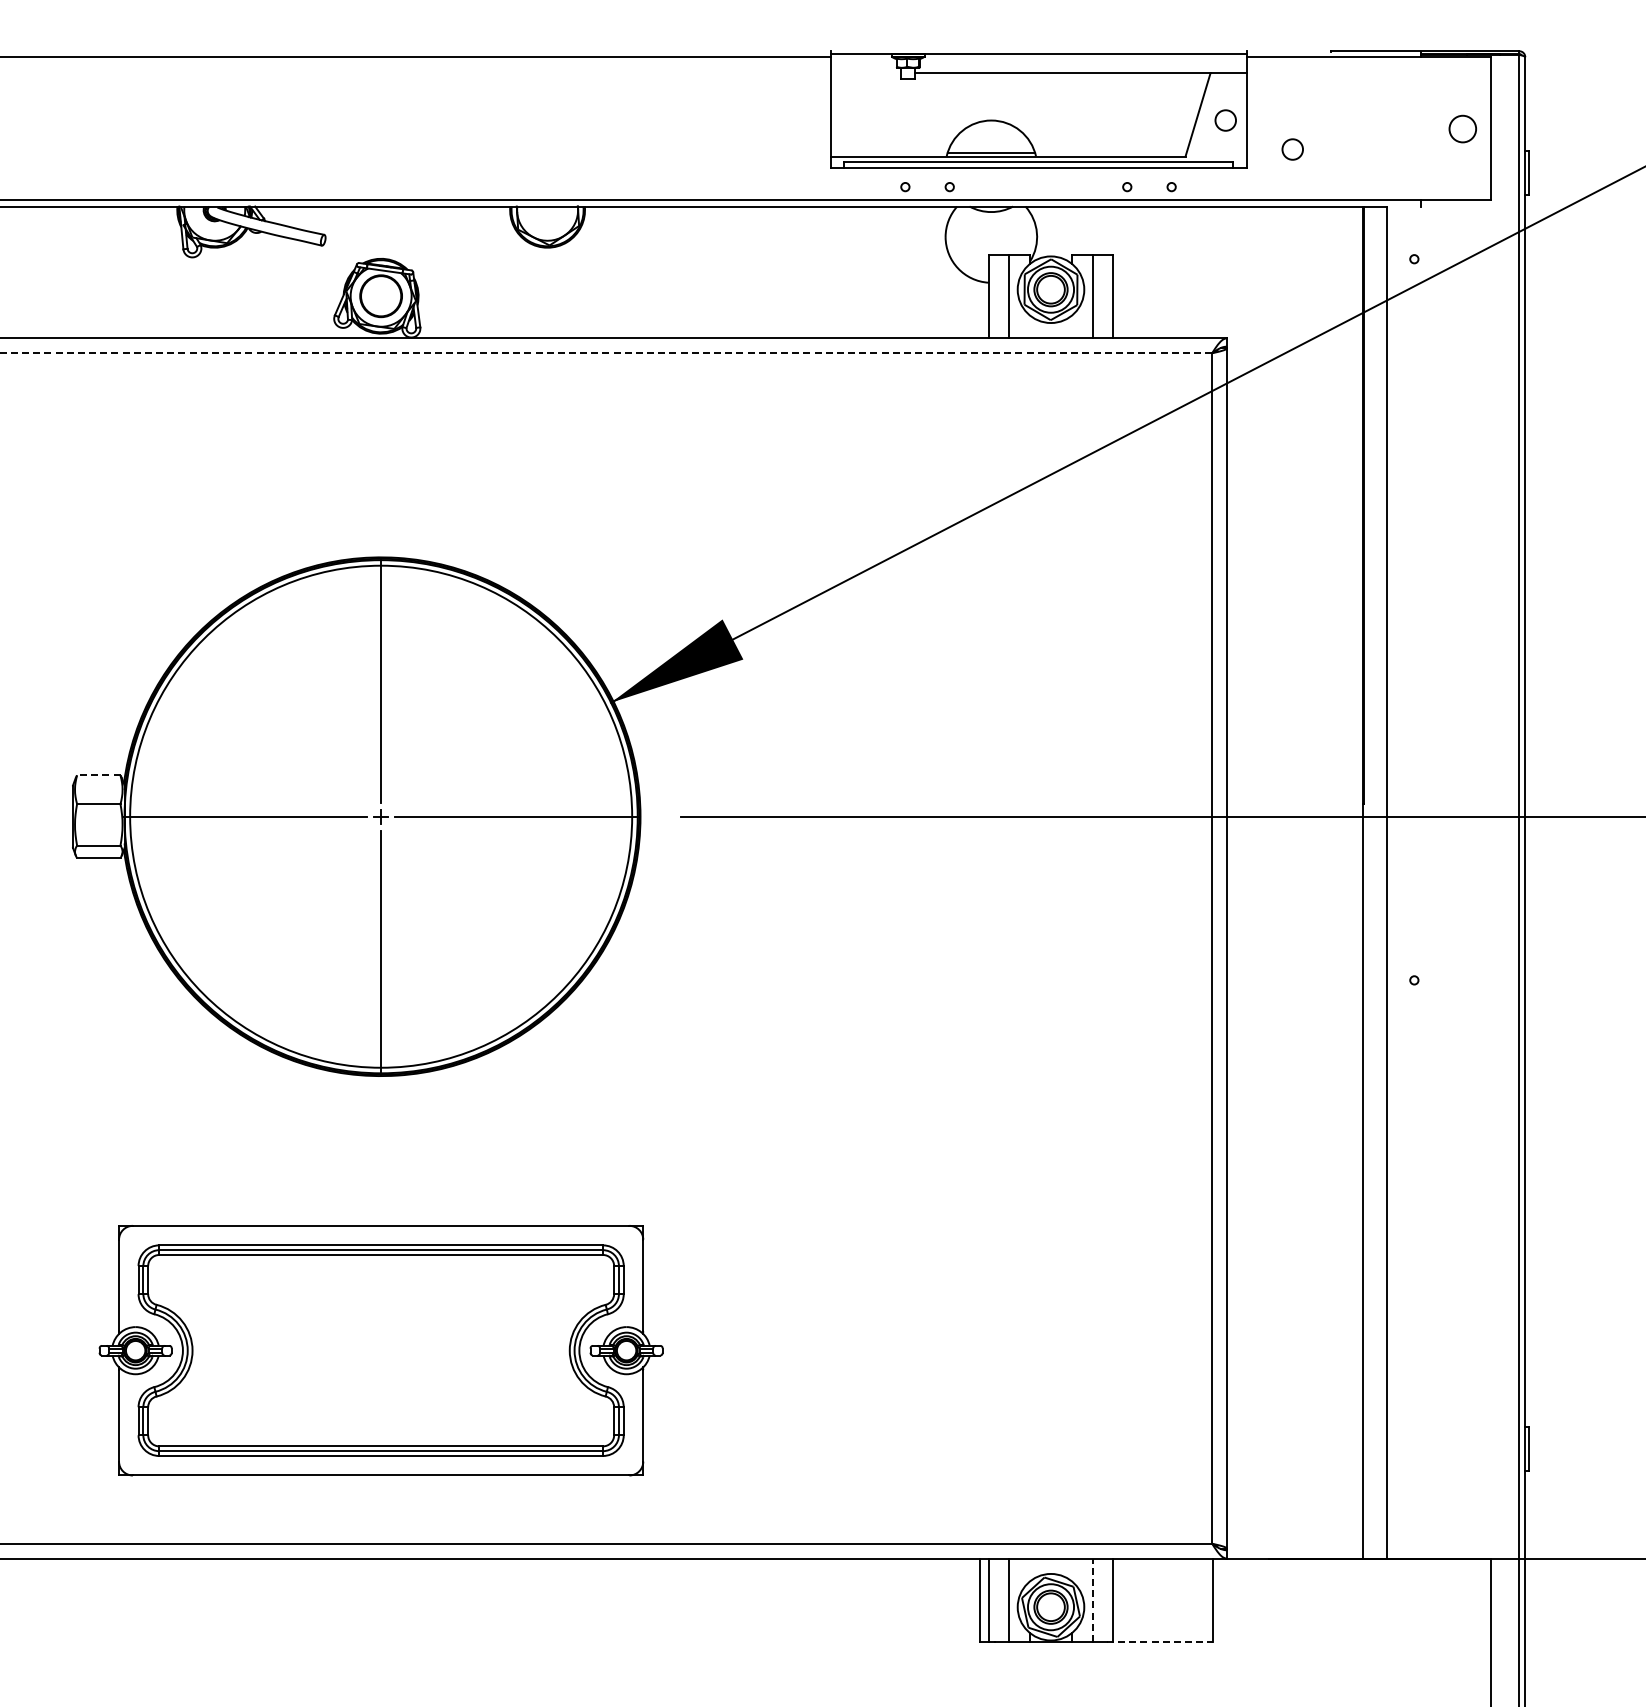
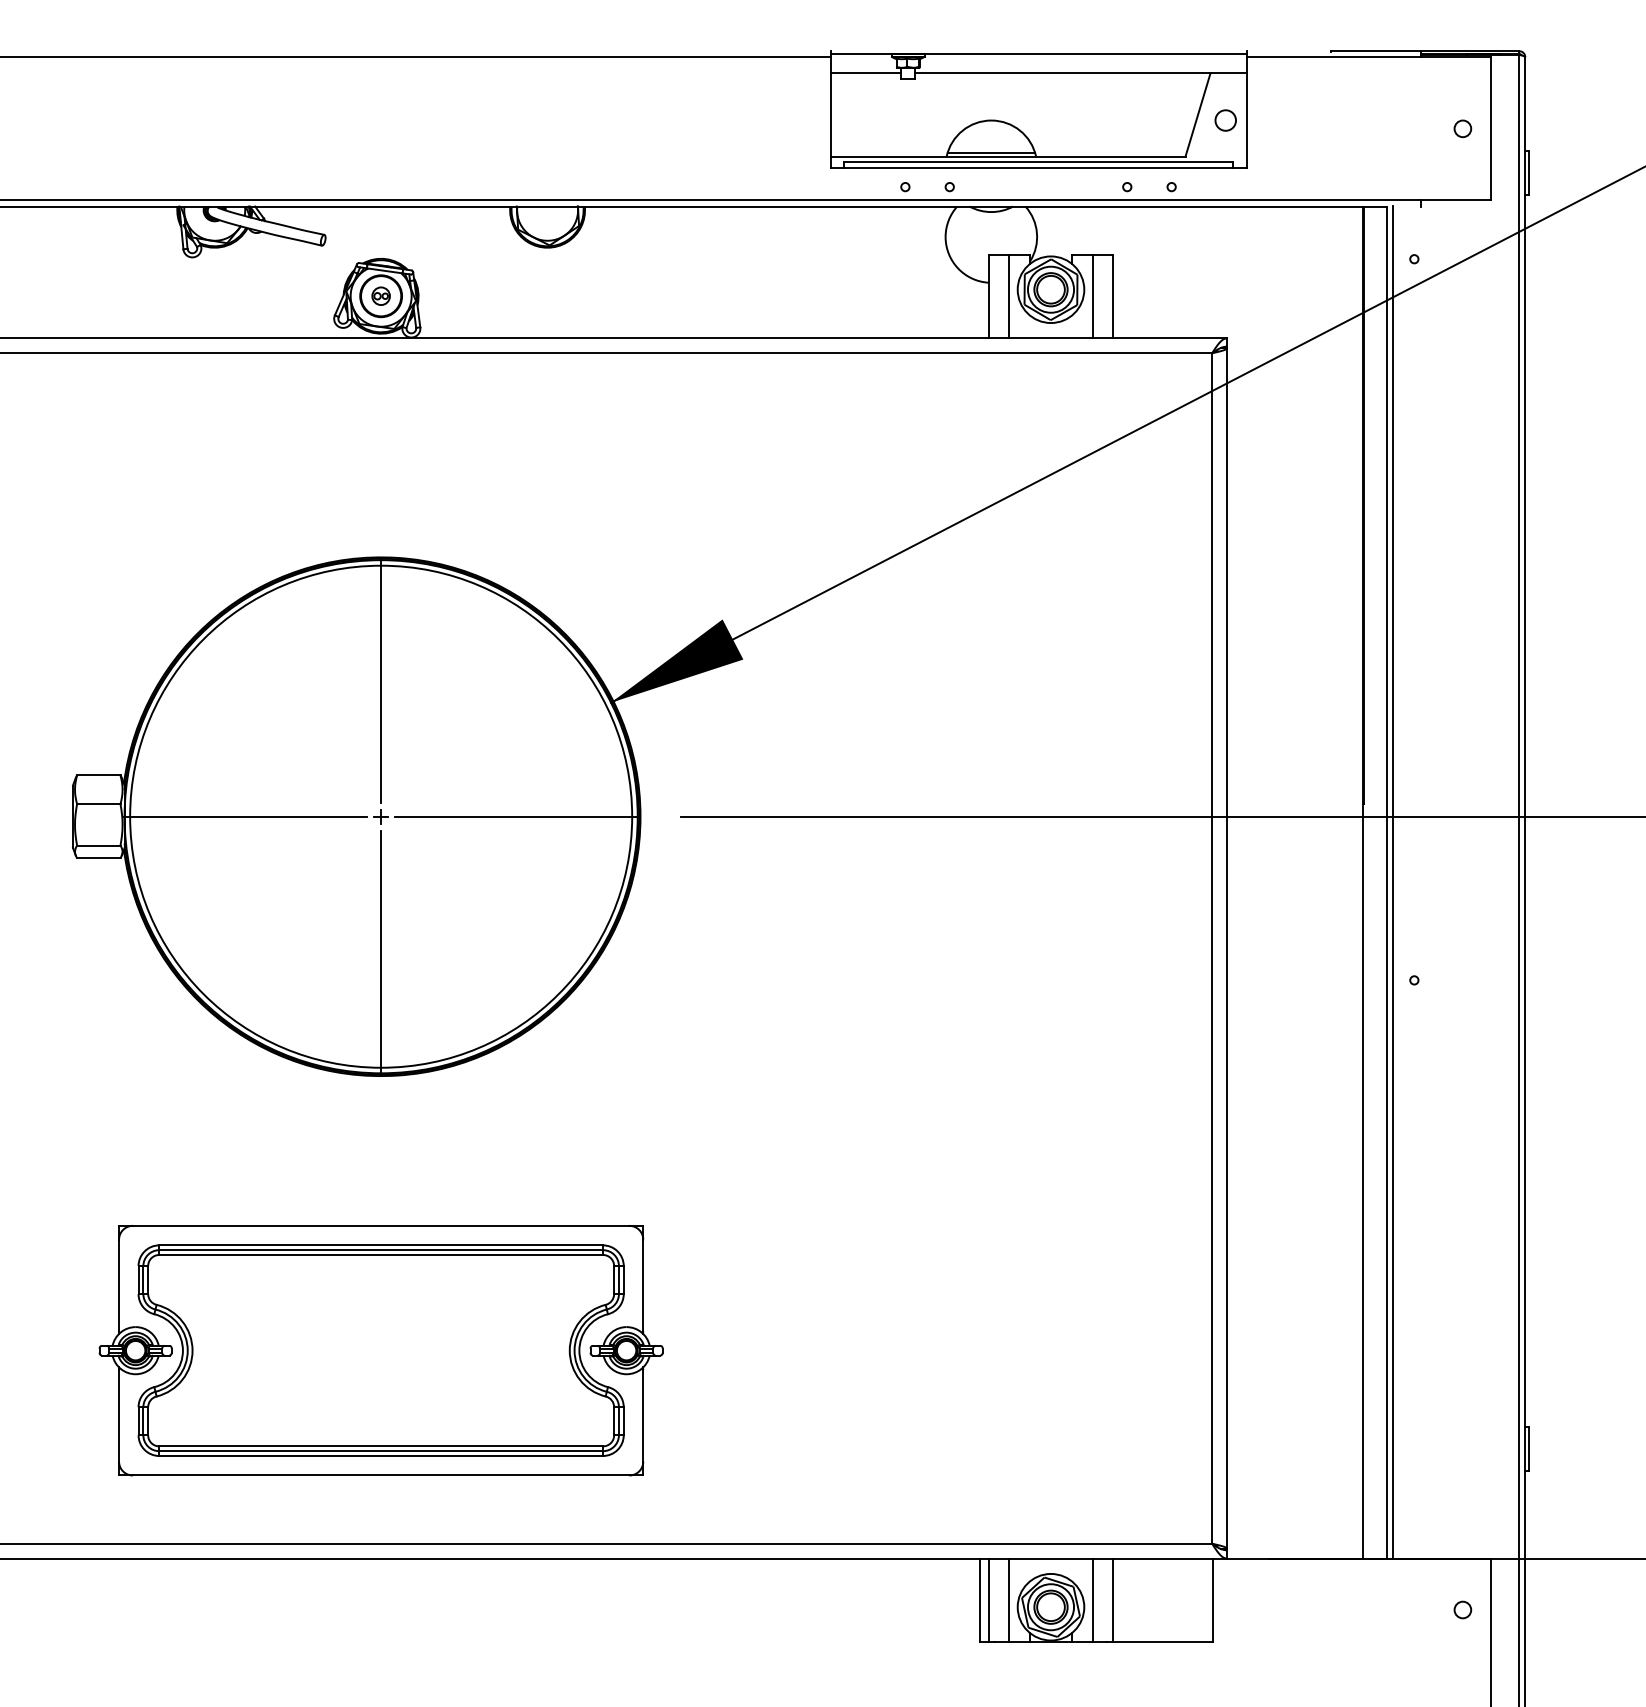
line at (865, 73): none -> present
circle at (1462, 128) size: 29x30 px -> 20x19 px
circle at (1292, 149): present -> none
part at (380, 295): none -> present
line at (606, 353): dashed -> solid
line at (98, 775): dashed -> solid
line at (1392, 881): none -> present
line at (1093, 1600): dashed -> solid
circle at (1462, 1609): none -> present
line at (1160, 1641): dashed -> solid
